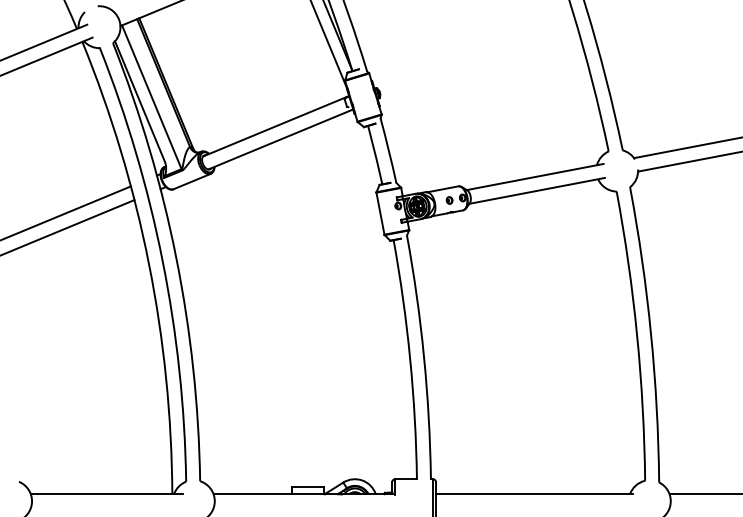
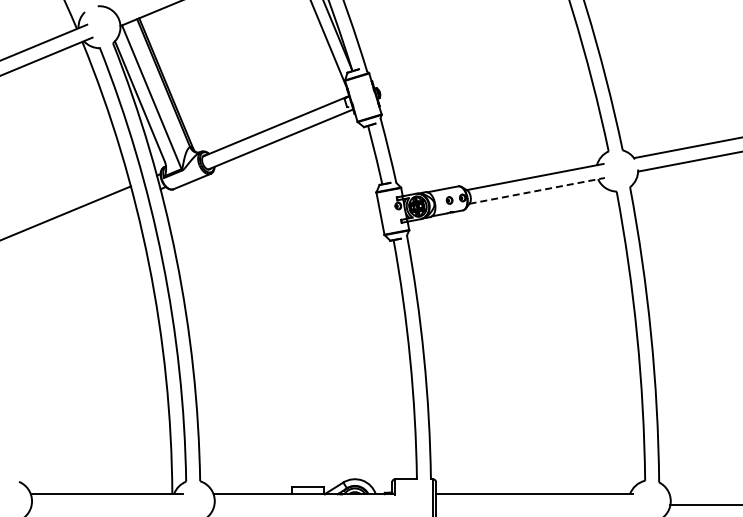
line at (537, 190): solid -> dashed
line at (68, 227): present -> none
line at (704, 494) position: (704, 494) -> (704, 505)
